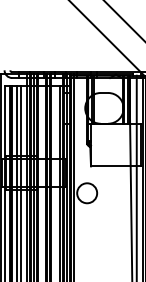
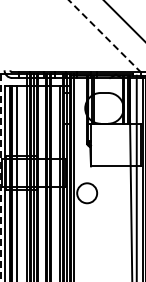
line at (107, 39): solid -> dashed
line at (0, 177): solid -> dashed
line at (20, 182): present -> none
